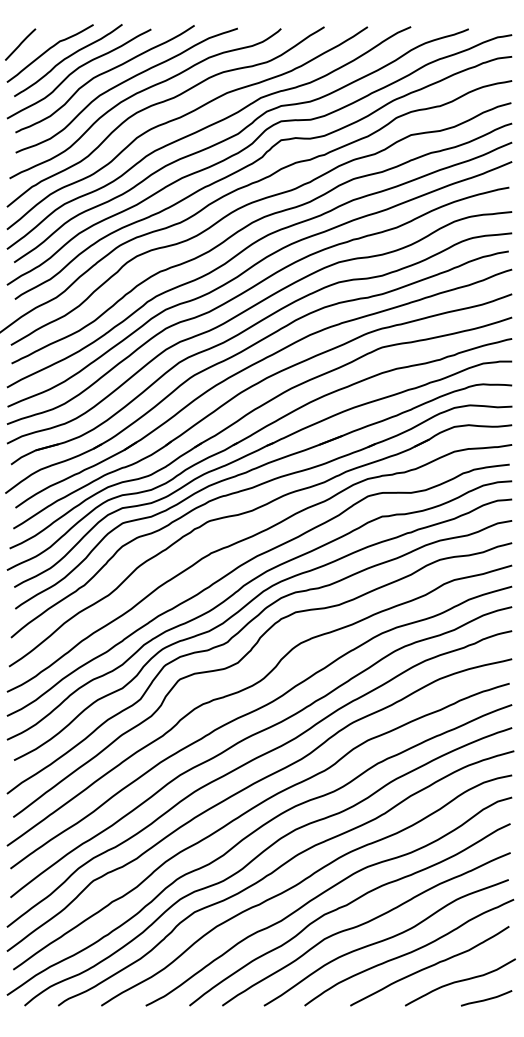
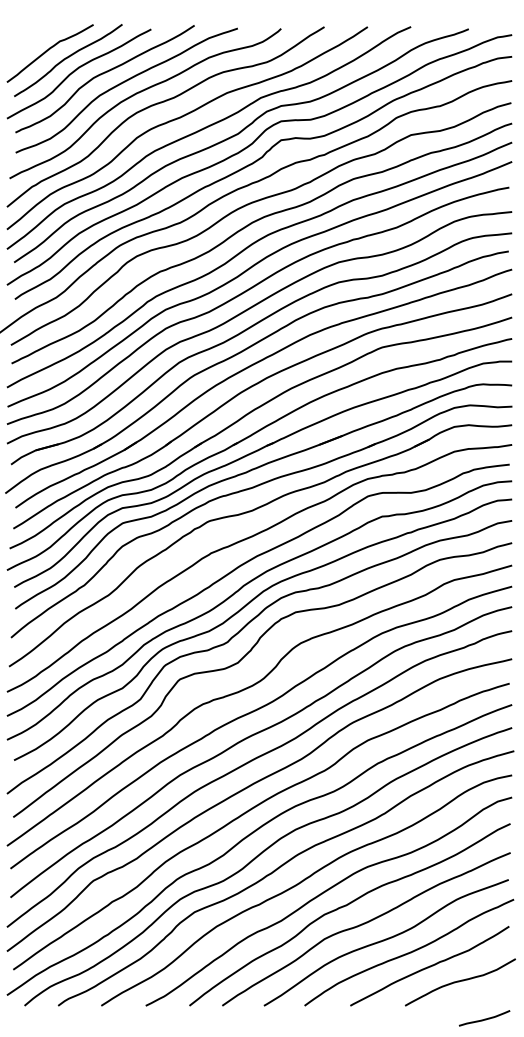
line at (20, 44): present -> none
curve at (486, 998) position: (486, 998) -> (484, 1018)
